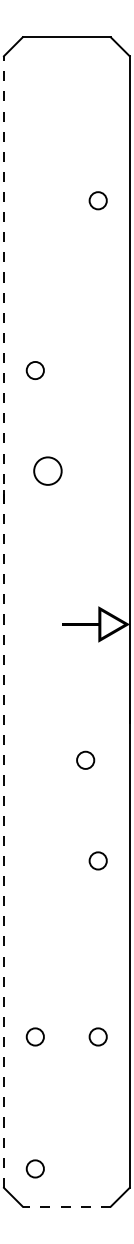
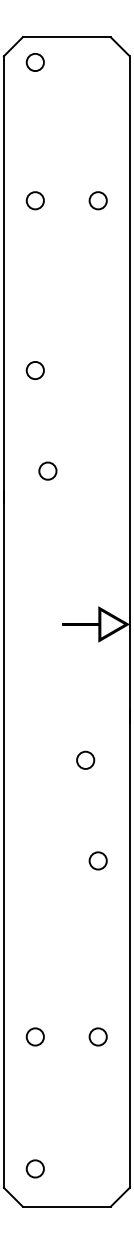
circle at (34, 62): none -> present
circle at (34, 200): none -> present
circle at (47, 470) diameter: 28 px -> 17 px
line at (3, 622): dashed -> solid
line at (66, 1206): dashed -> solid
